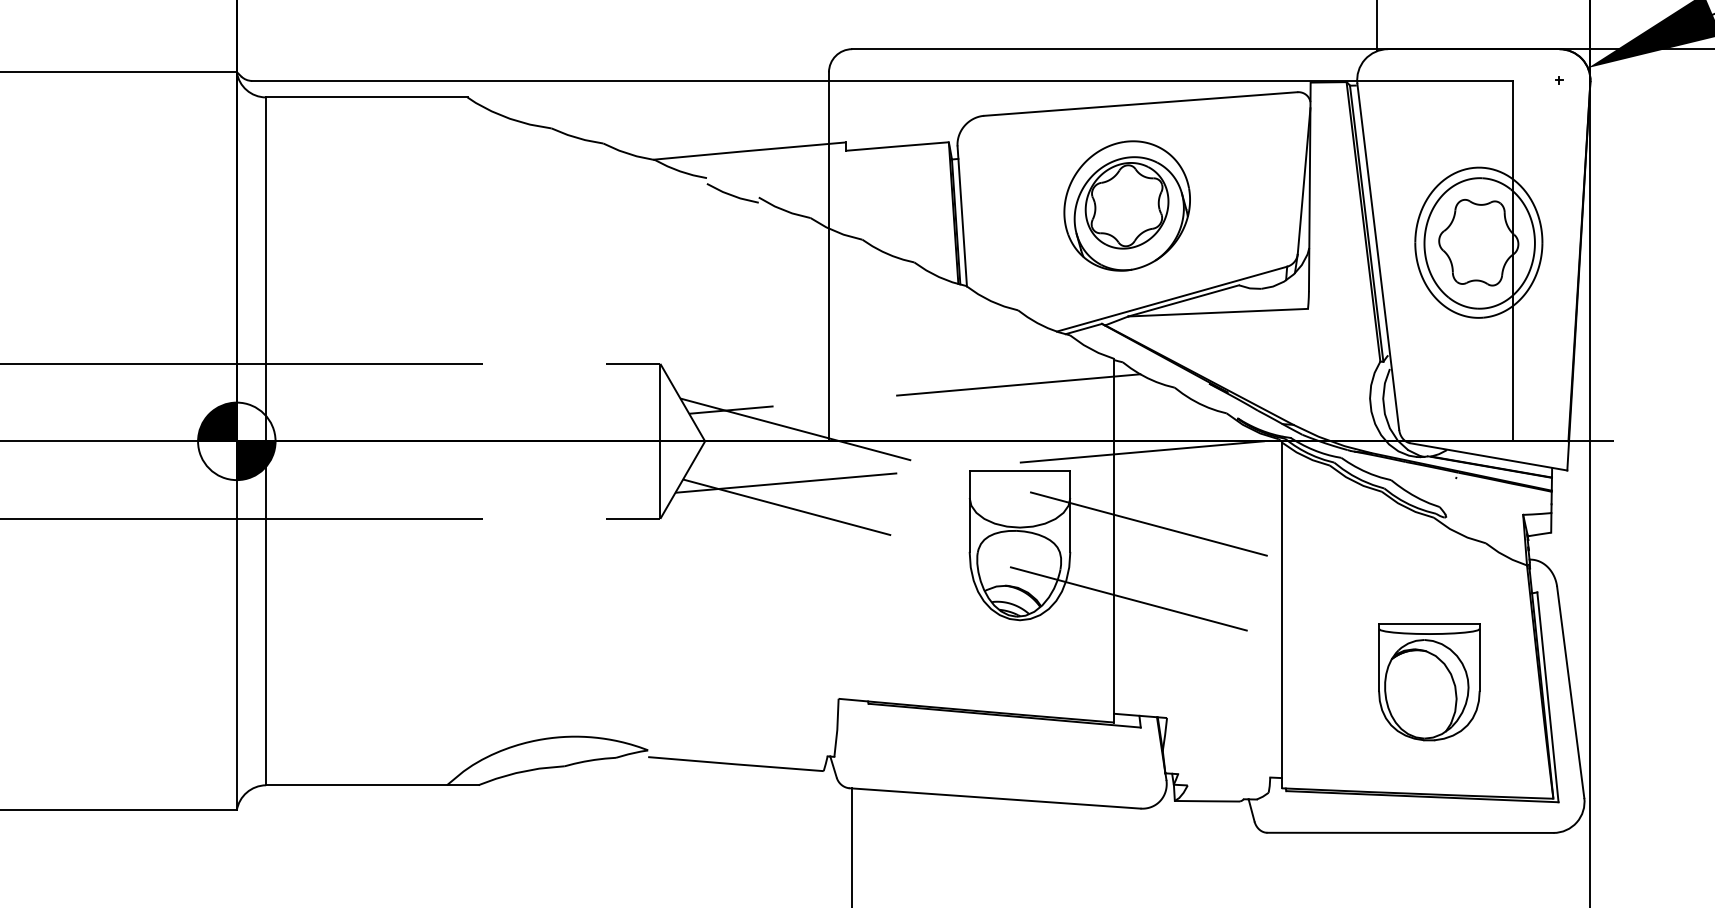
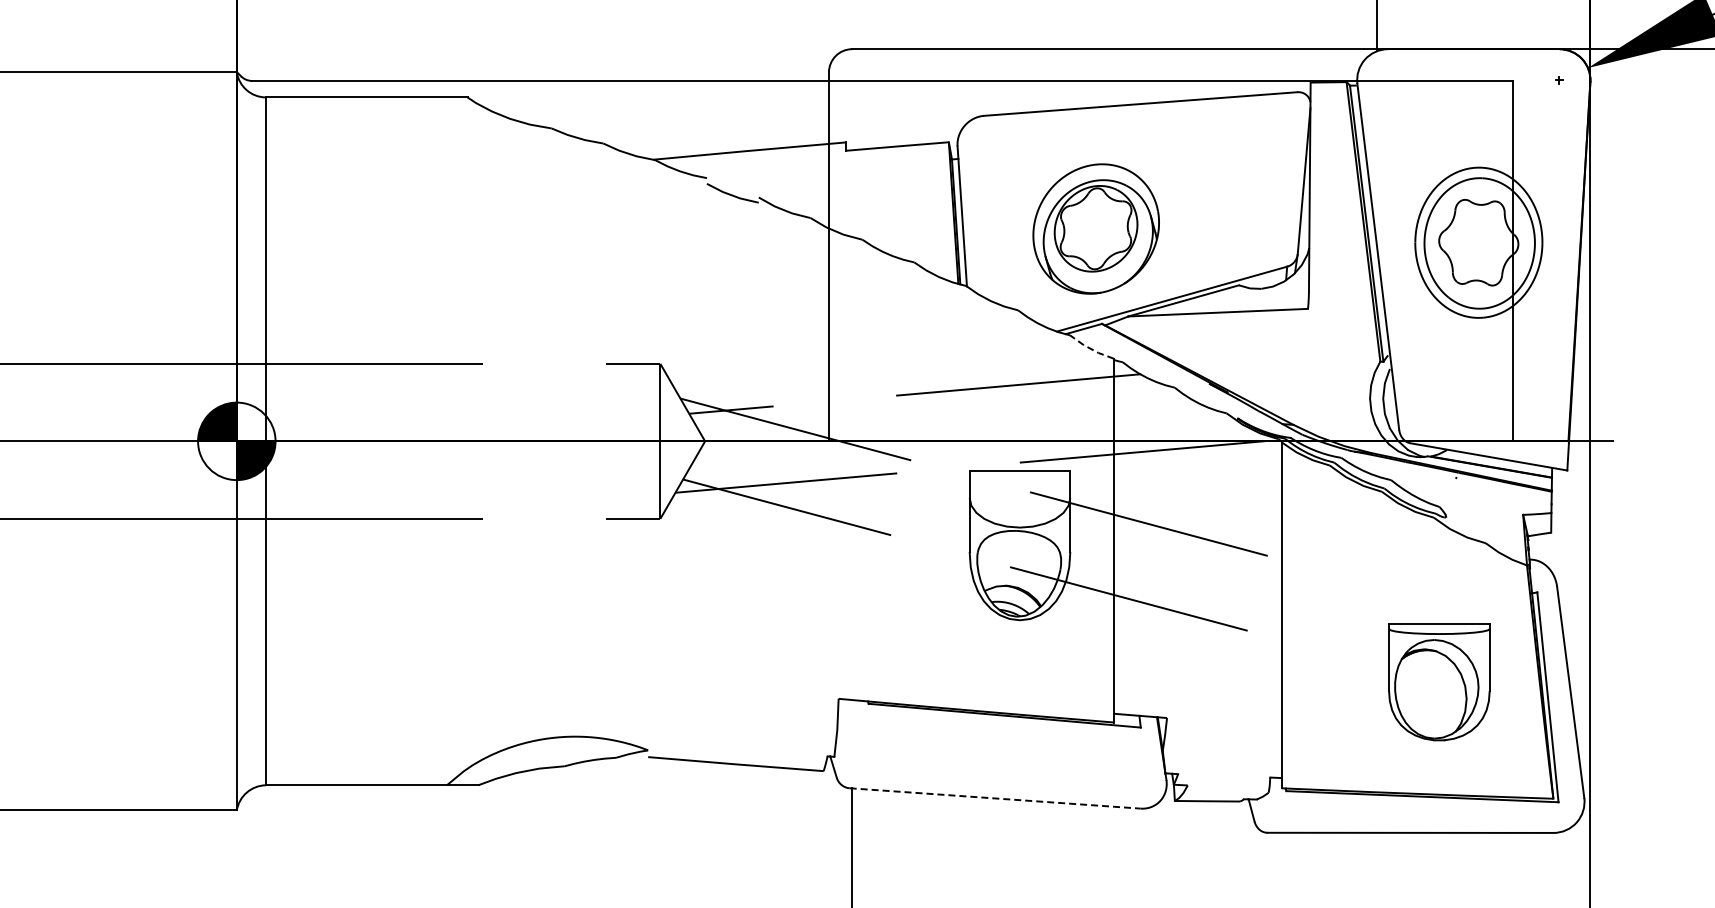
part at (1126, 205) position: (1126, 205) -> (1095, 228)
line at (1090, 348): solid -> dashed
part at (1429, 682) position: (1429, 682) -> (1439, 682)
line at (995, 798): solid -> dashed
